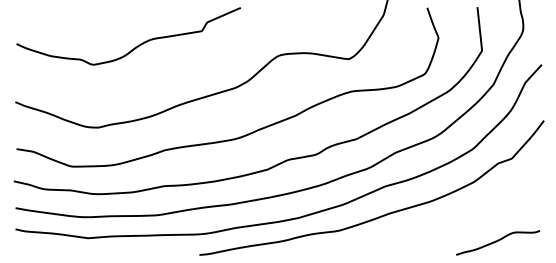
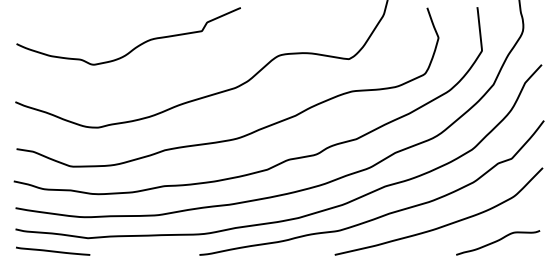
curve at (442, 225): none -> present
line at (53, 250): none -> present
